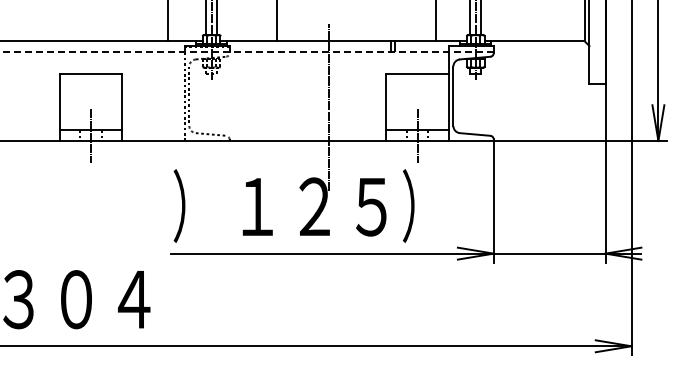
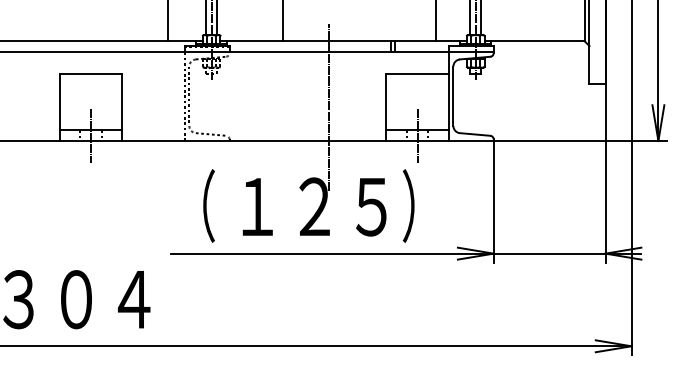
line at (276, 21) position: (276, 21) -> (282, 21)
line at (246, 51): dashed -> solid
text at (193, 205): ） -> （
